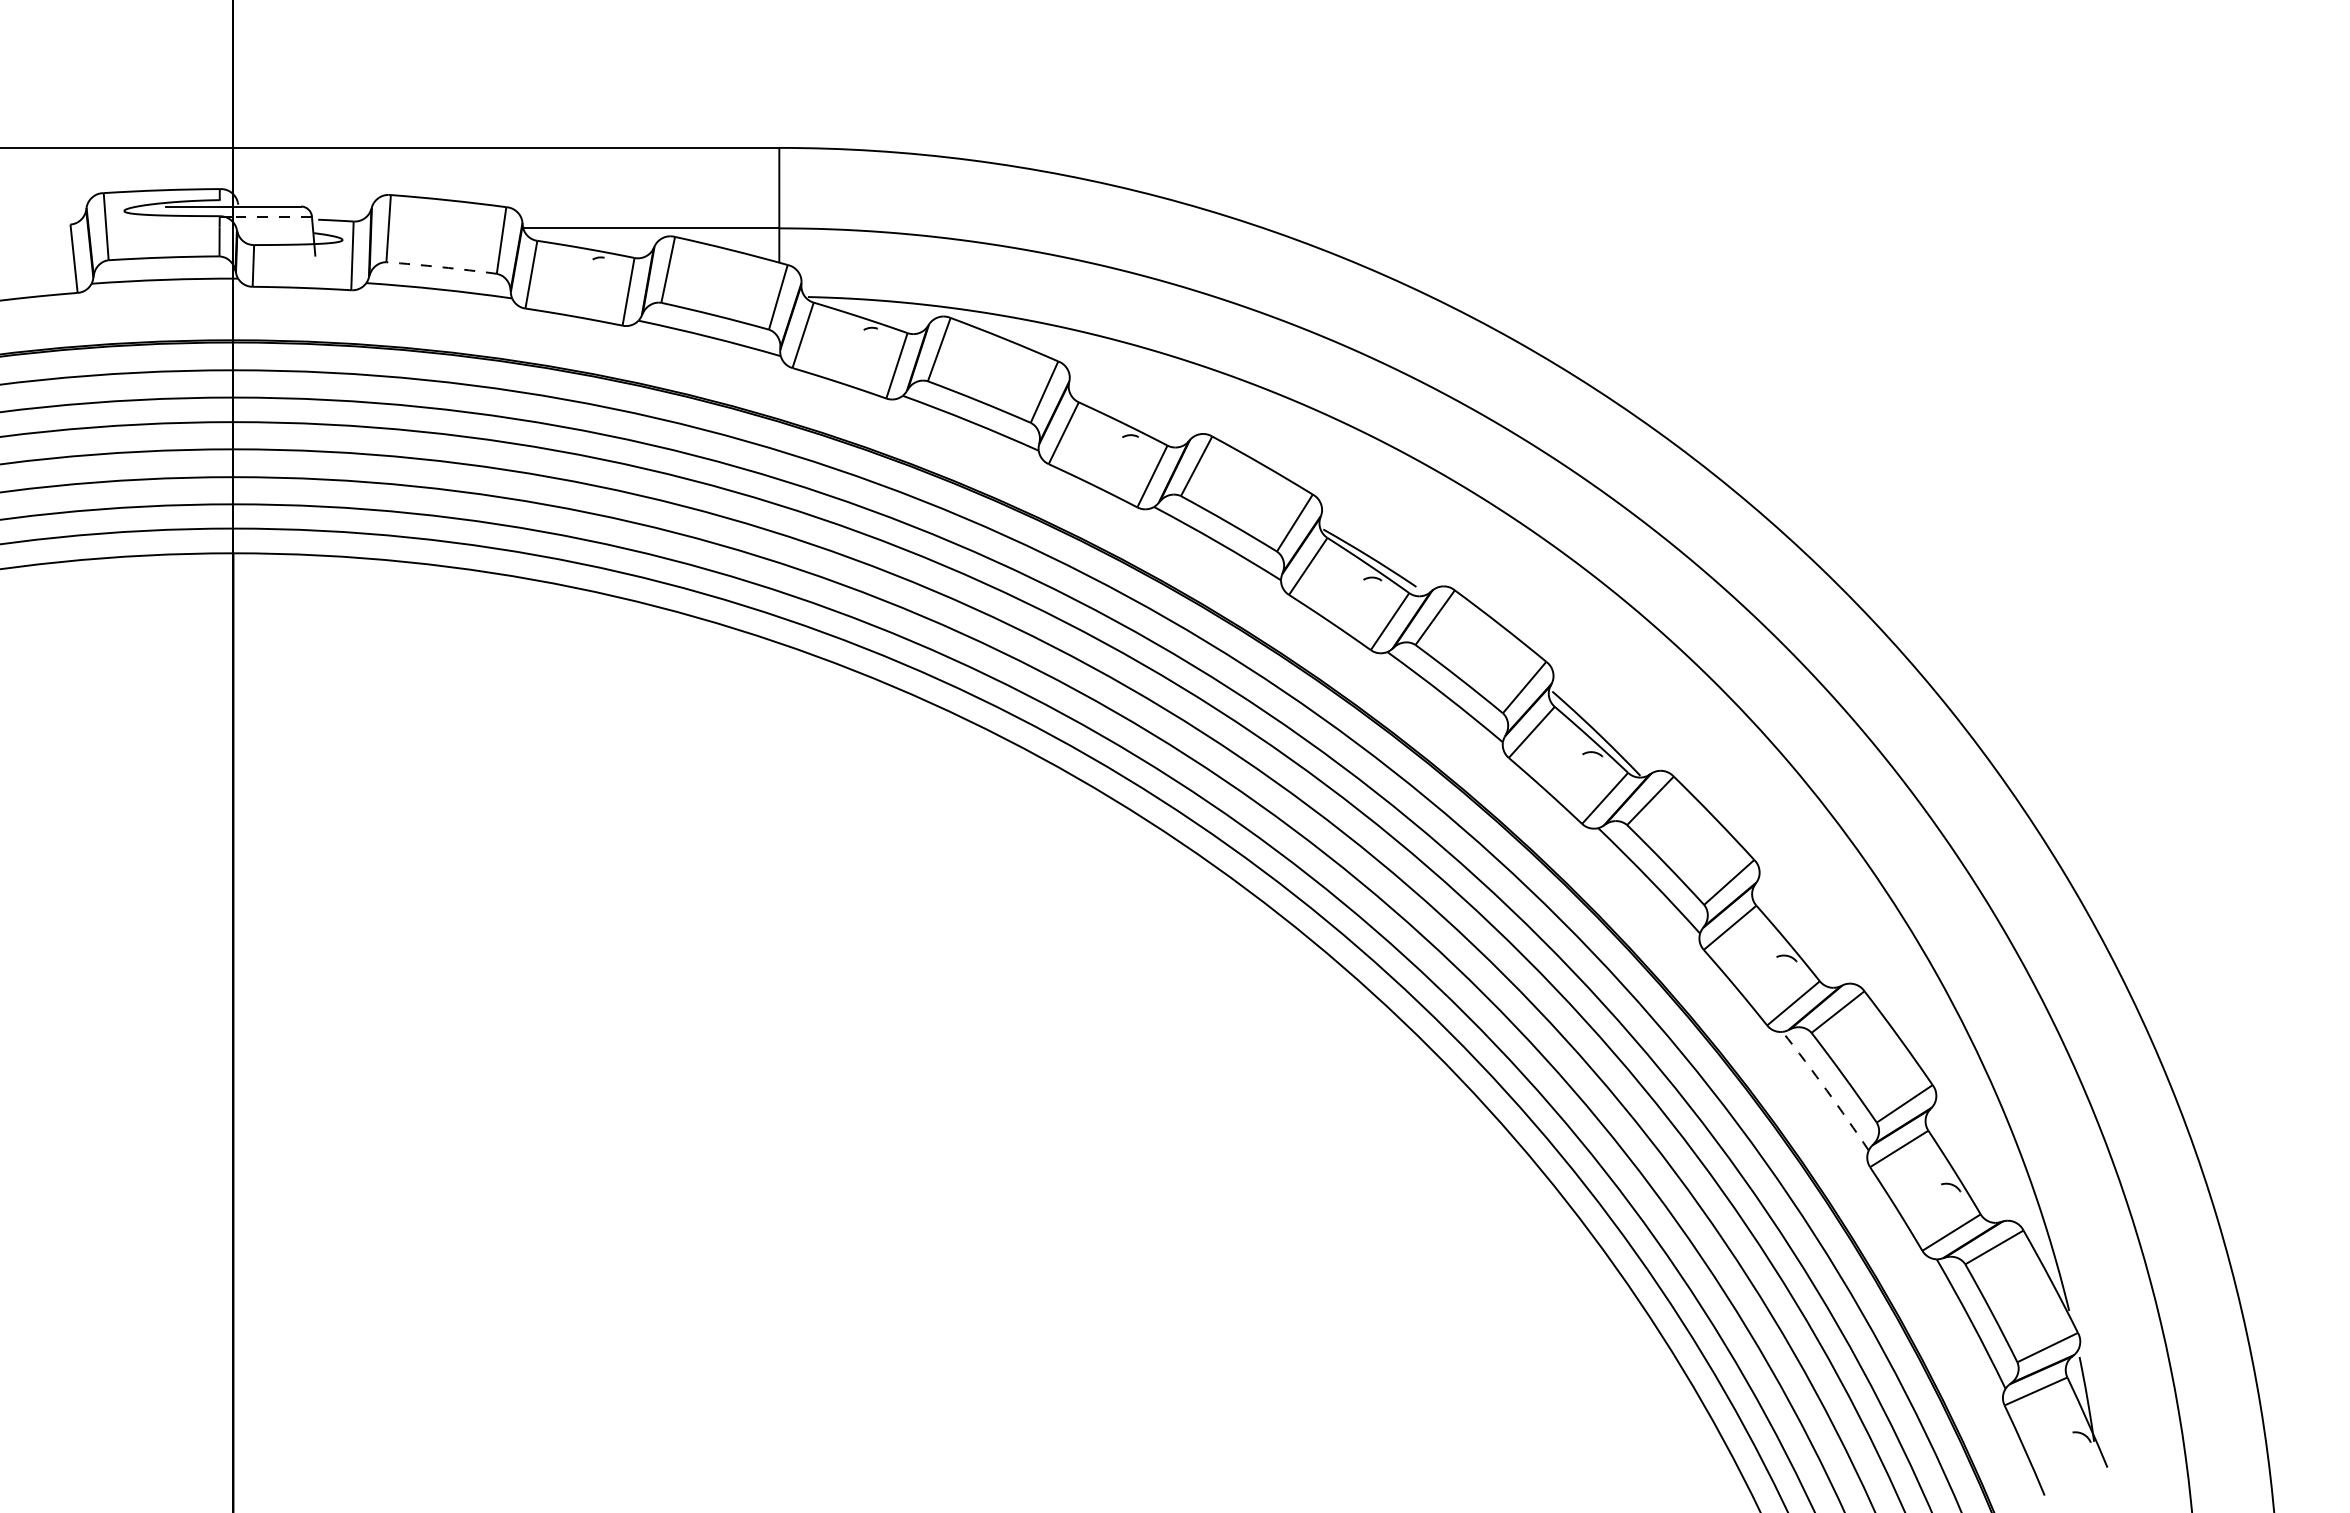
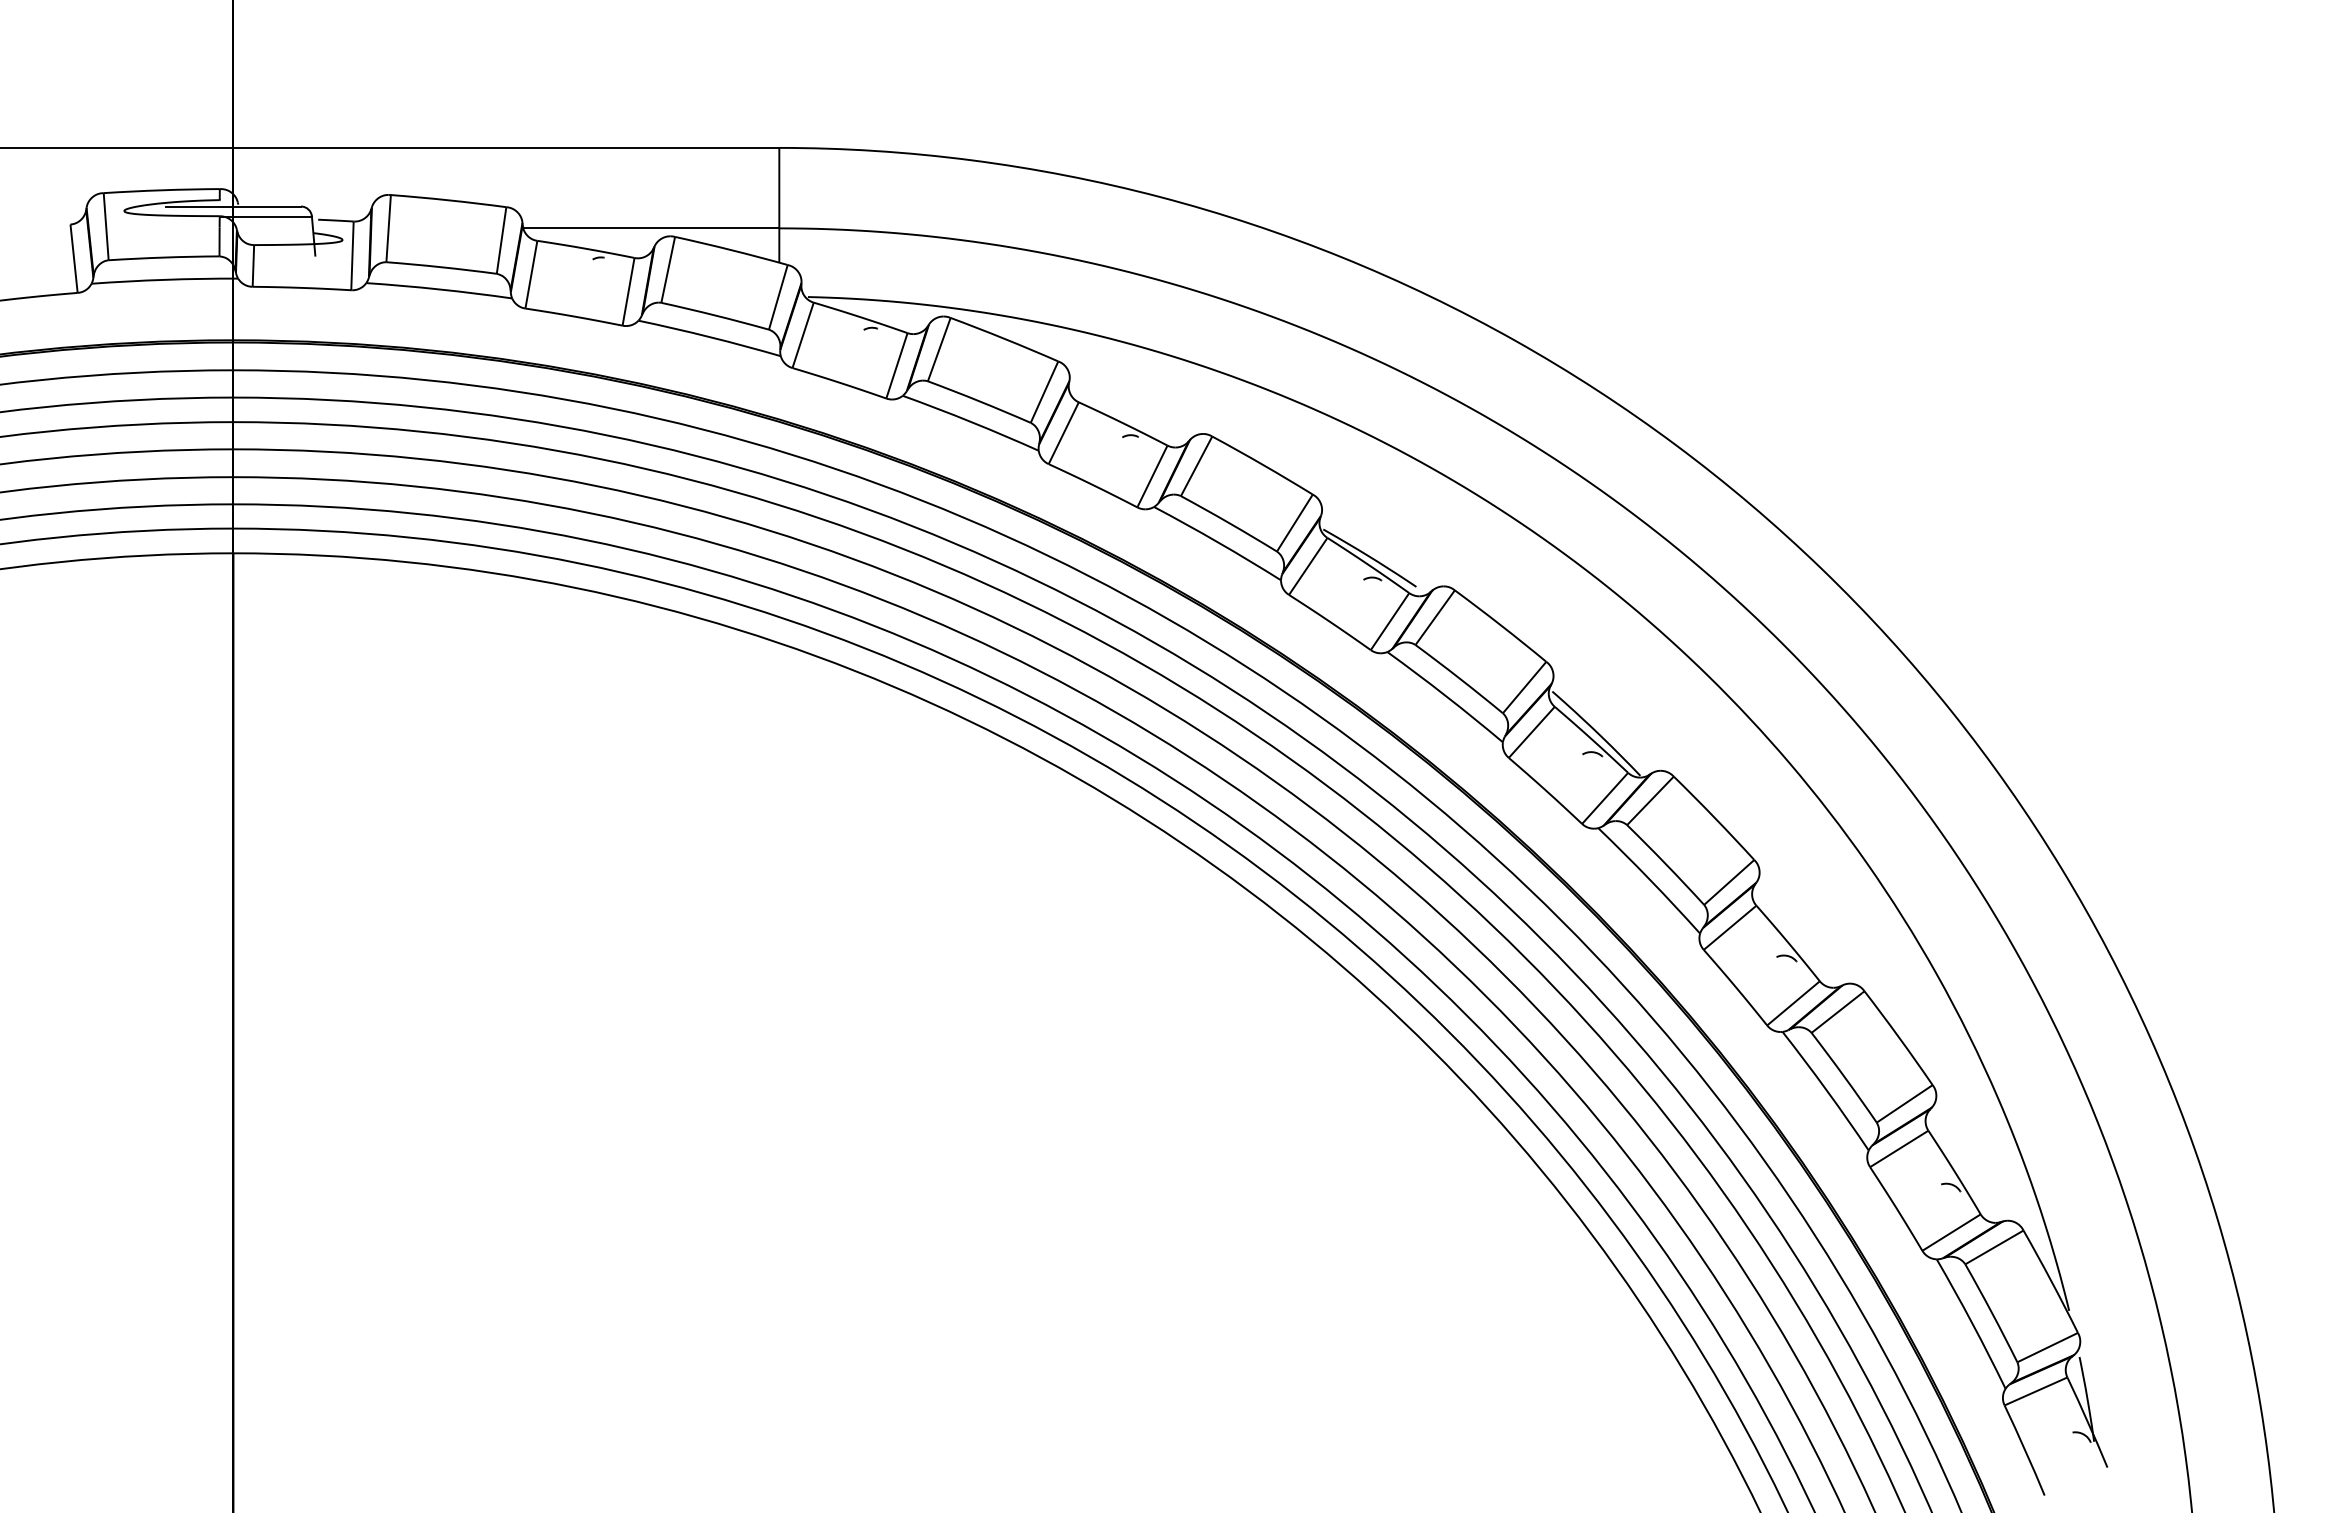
line at (272, 216): dashed -> solid
arc at (441, 267): dashed -> solid
arc at (1826, 1090): dashed -> solid
